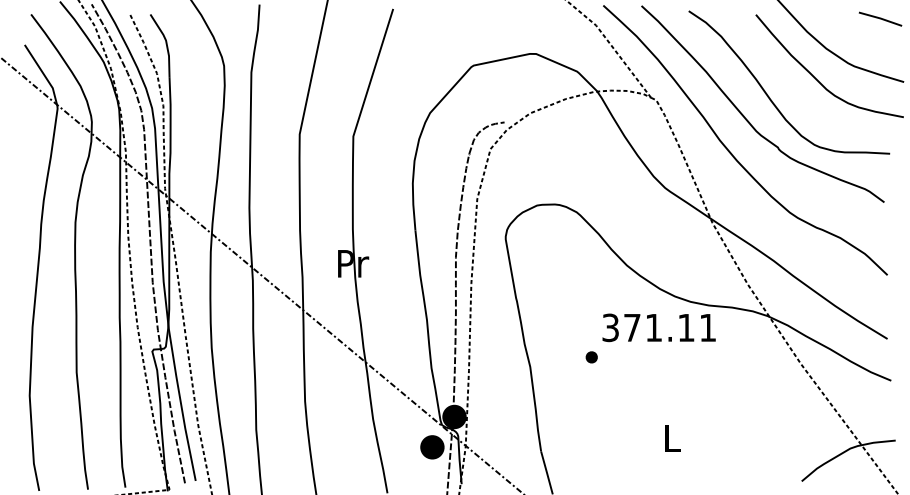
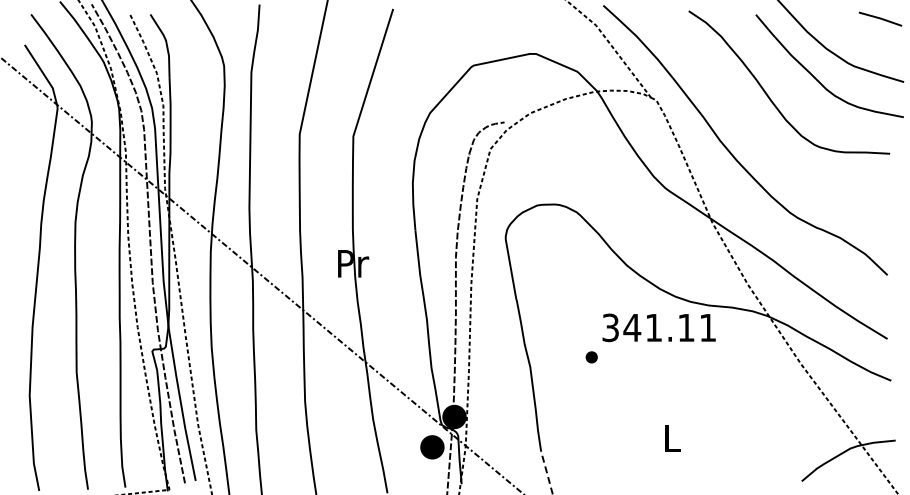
curve at (744, 115): present -> none
text at (632, 327): 371.11 -> 341.11
line at (546, 472): solid -> dashed
